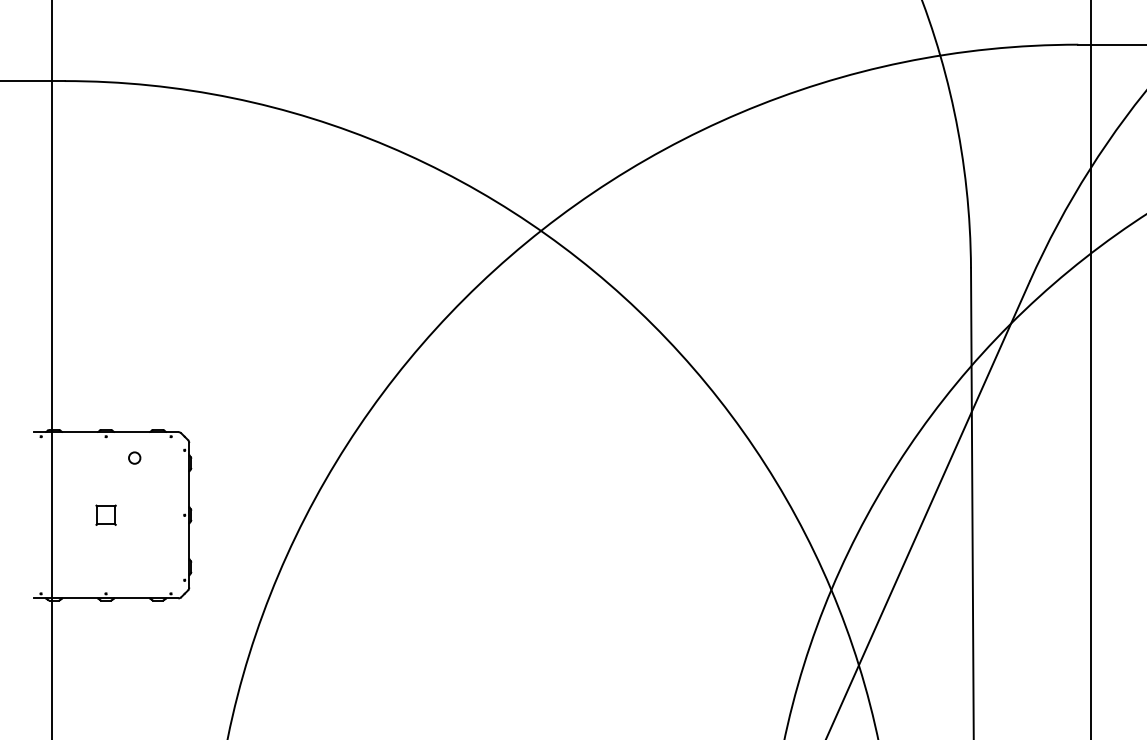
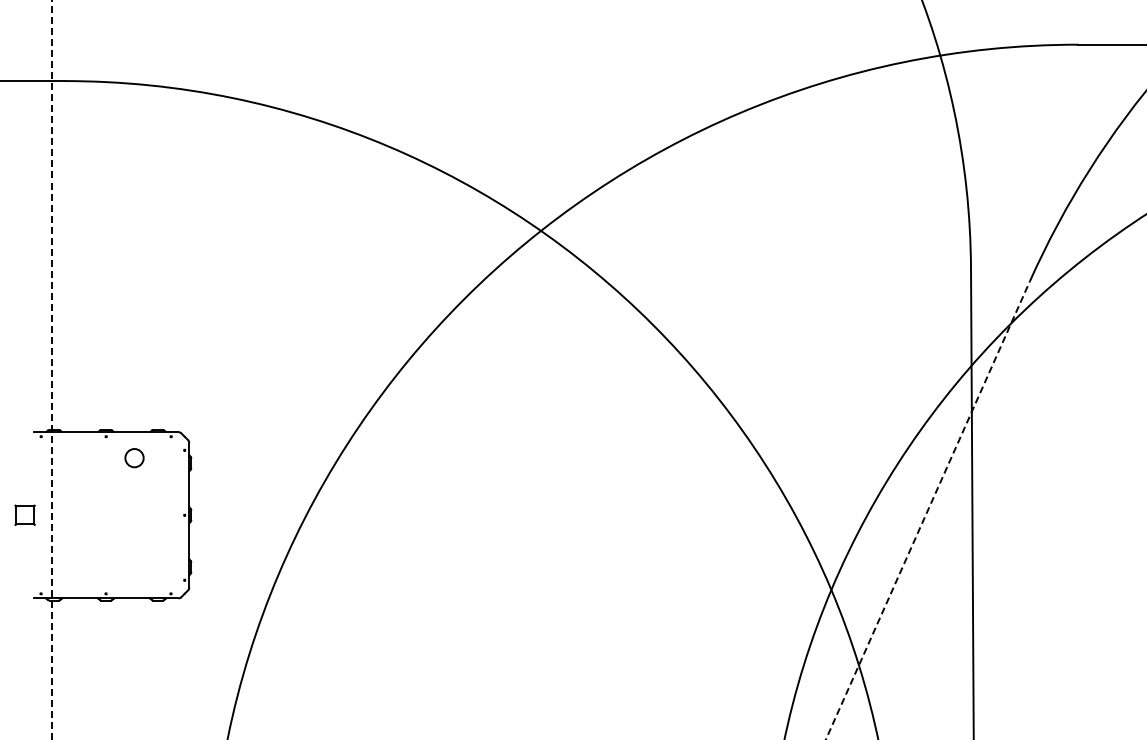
line at (51, 369): solid -> dashed
line at (1091, 369): present -> none
circle at (134, 457) size: 14x14 px -> 21x21 px
line at (927, 510): solid -> dashed
part at (105, 514) position: (105, 514) -> (24, 514)
